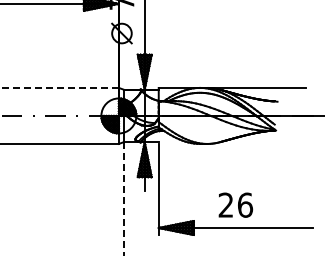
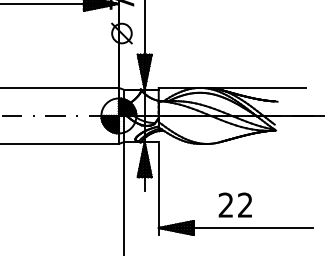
line at (59, 87): dashed -> solid
line at (123, 199): dashed -> solid
text at (245, 204): 26 -> 22
